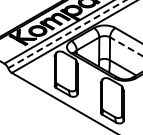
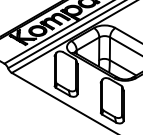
line at (67, 34): dashed -> solid
line at (126, 46): dashed -> solid
